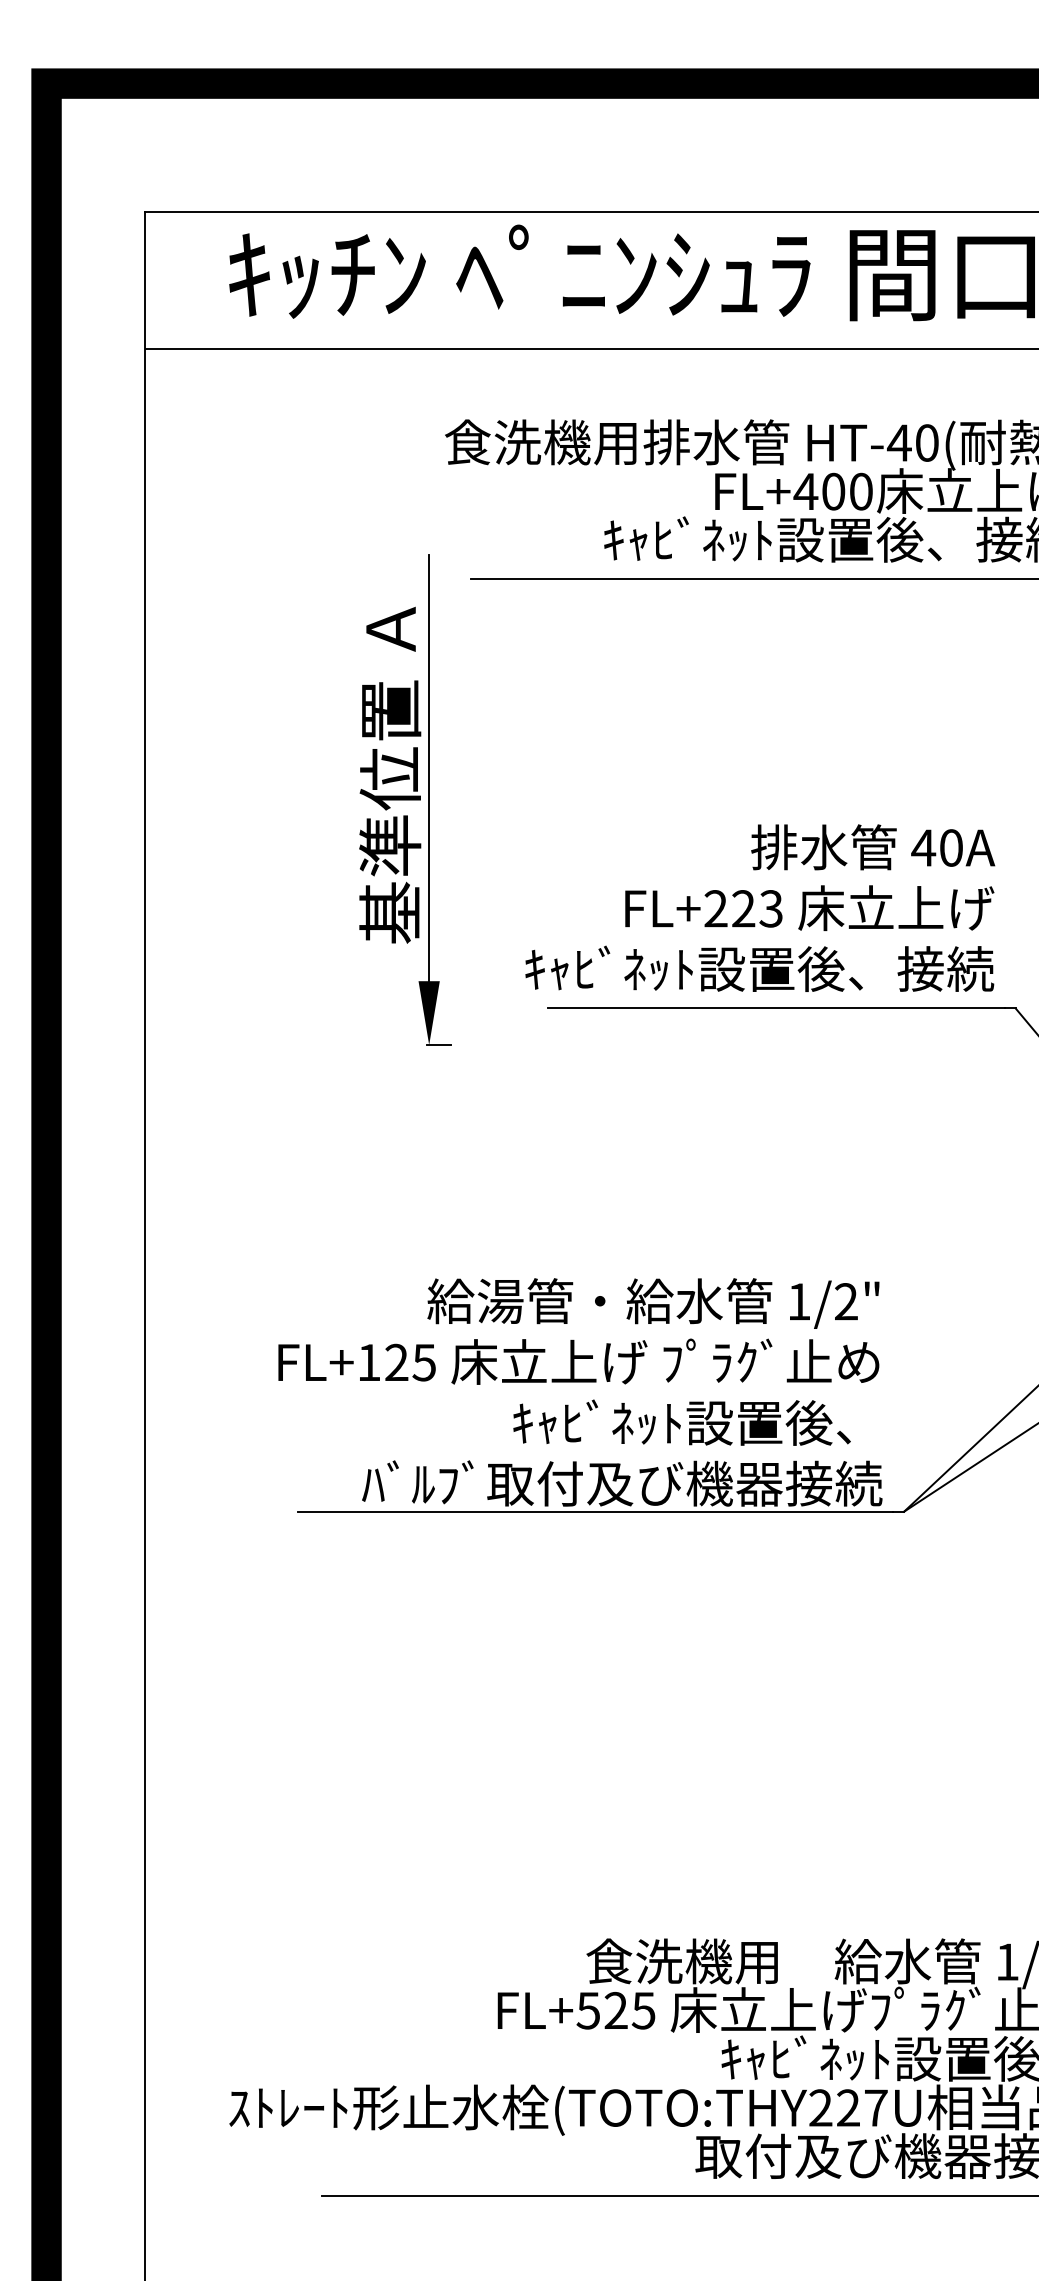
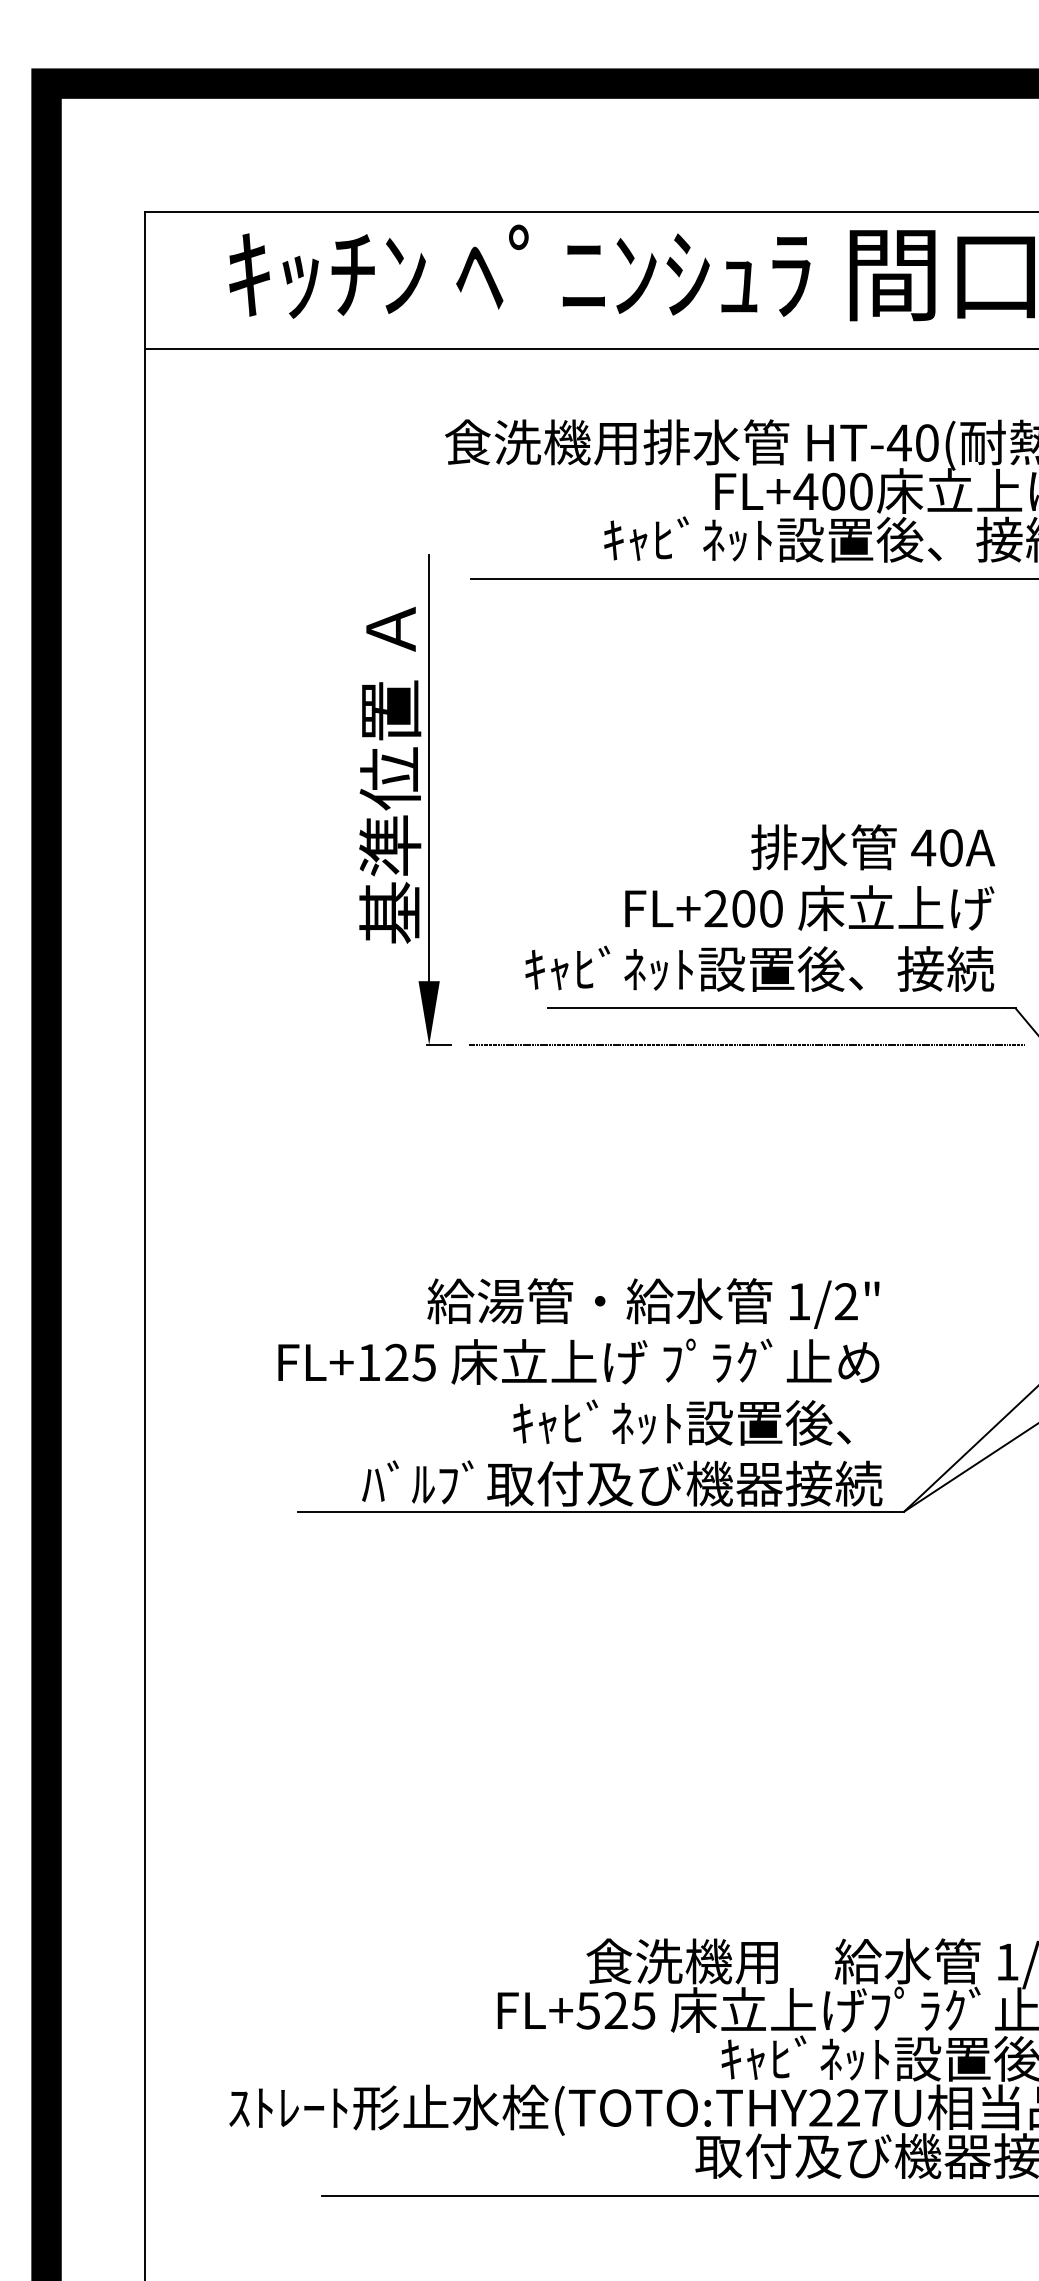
text at (757, 908): FL+223 -> FL+200
line at (747, 1045): none -> present
